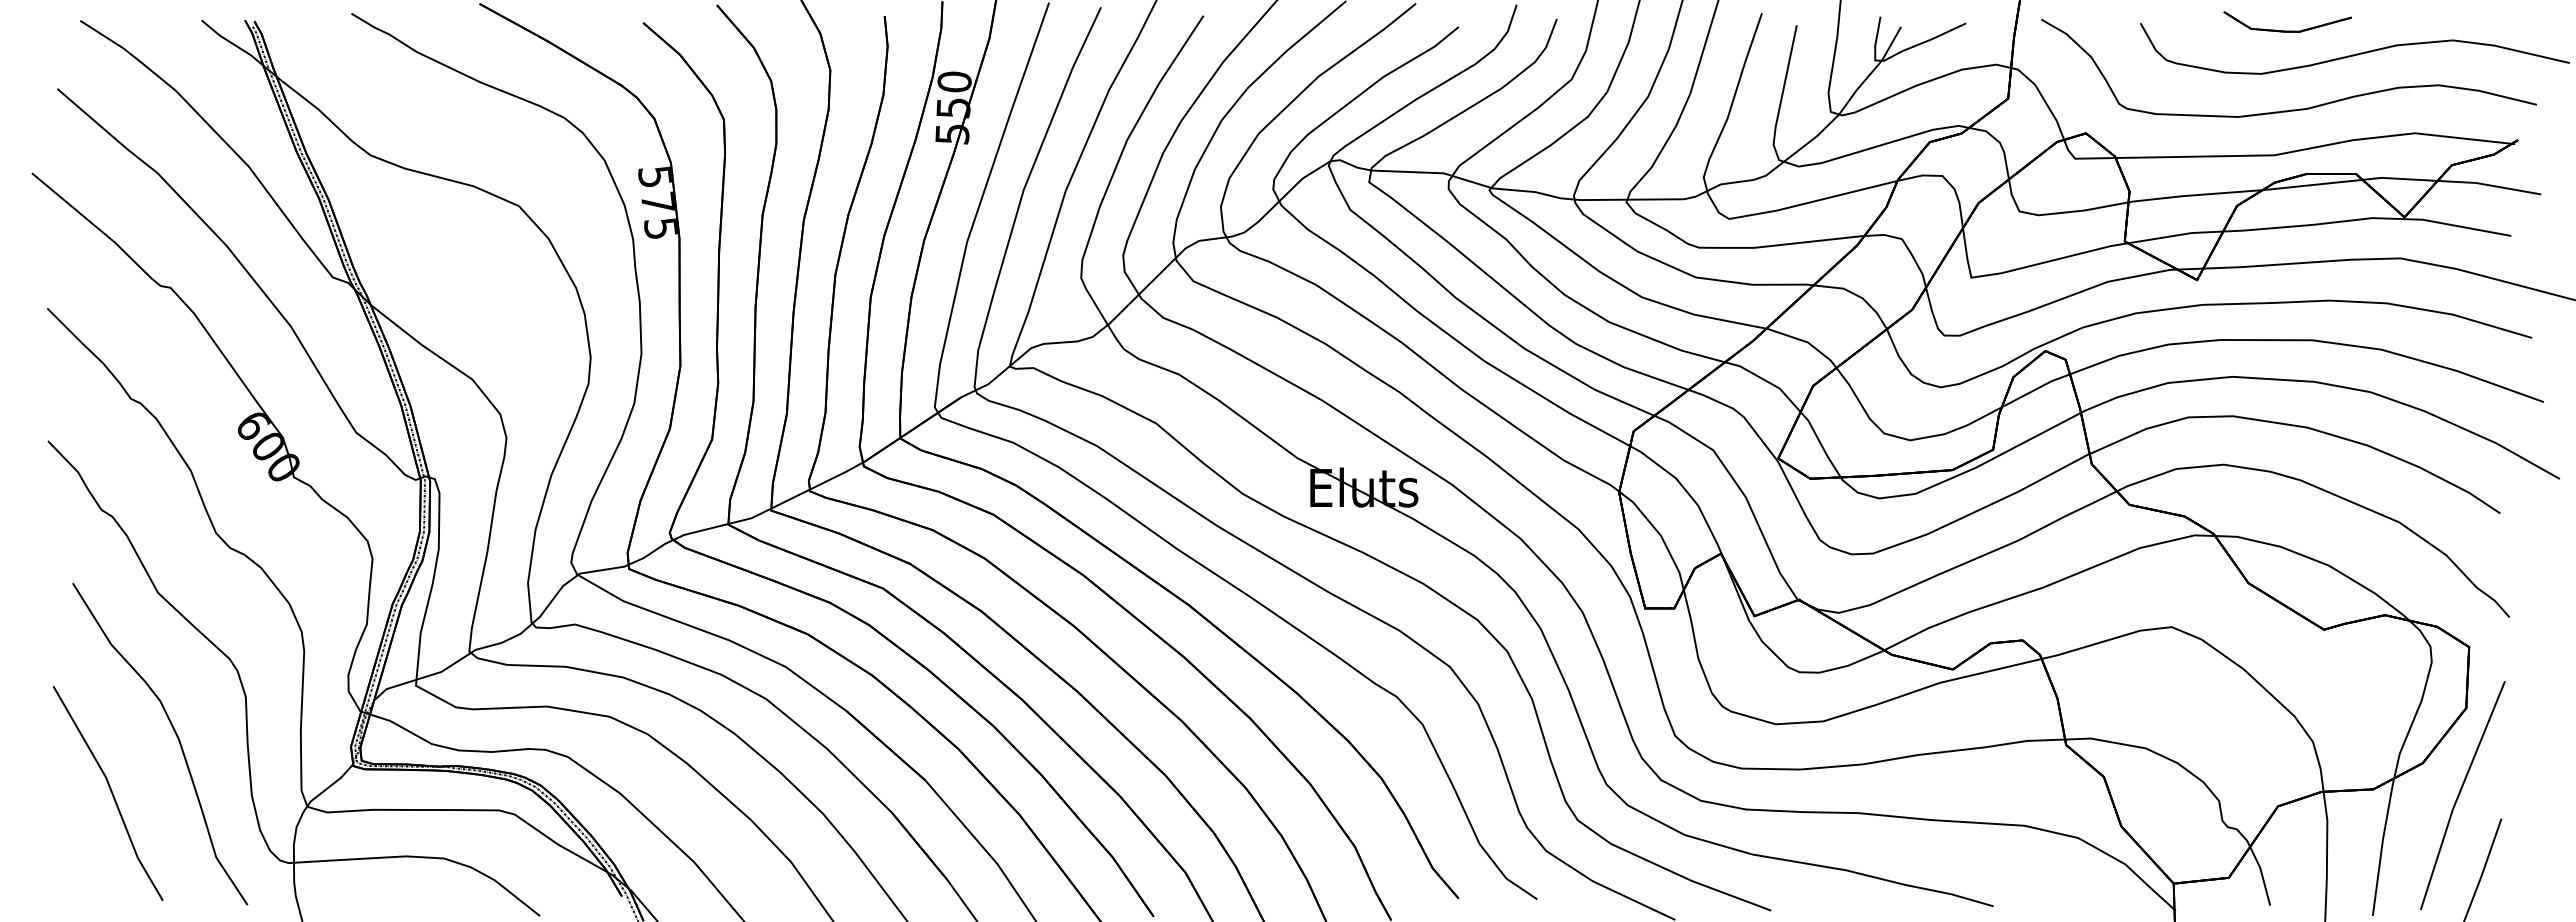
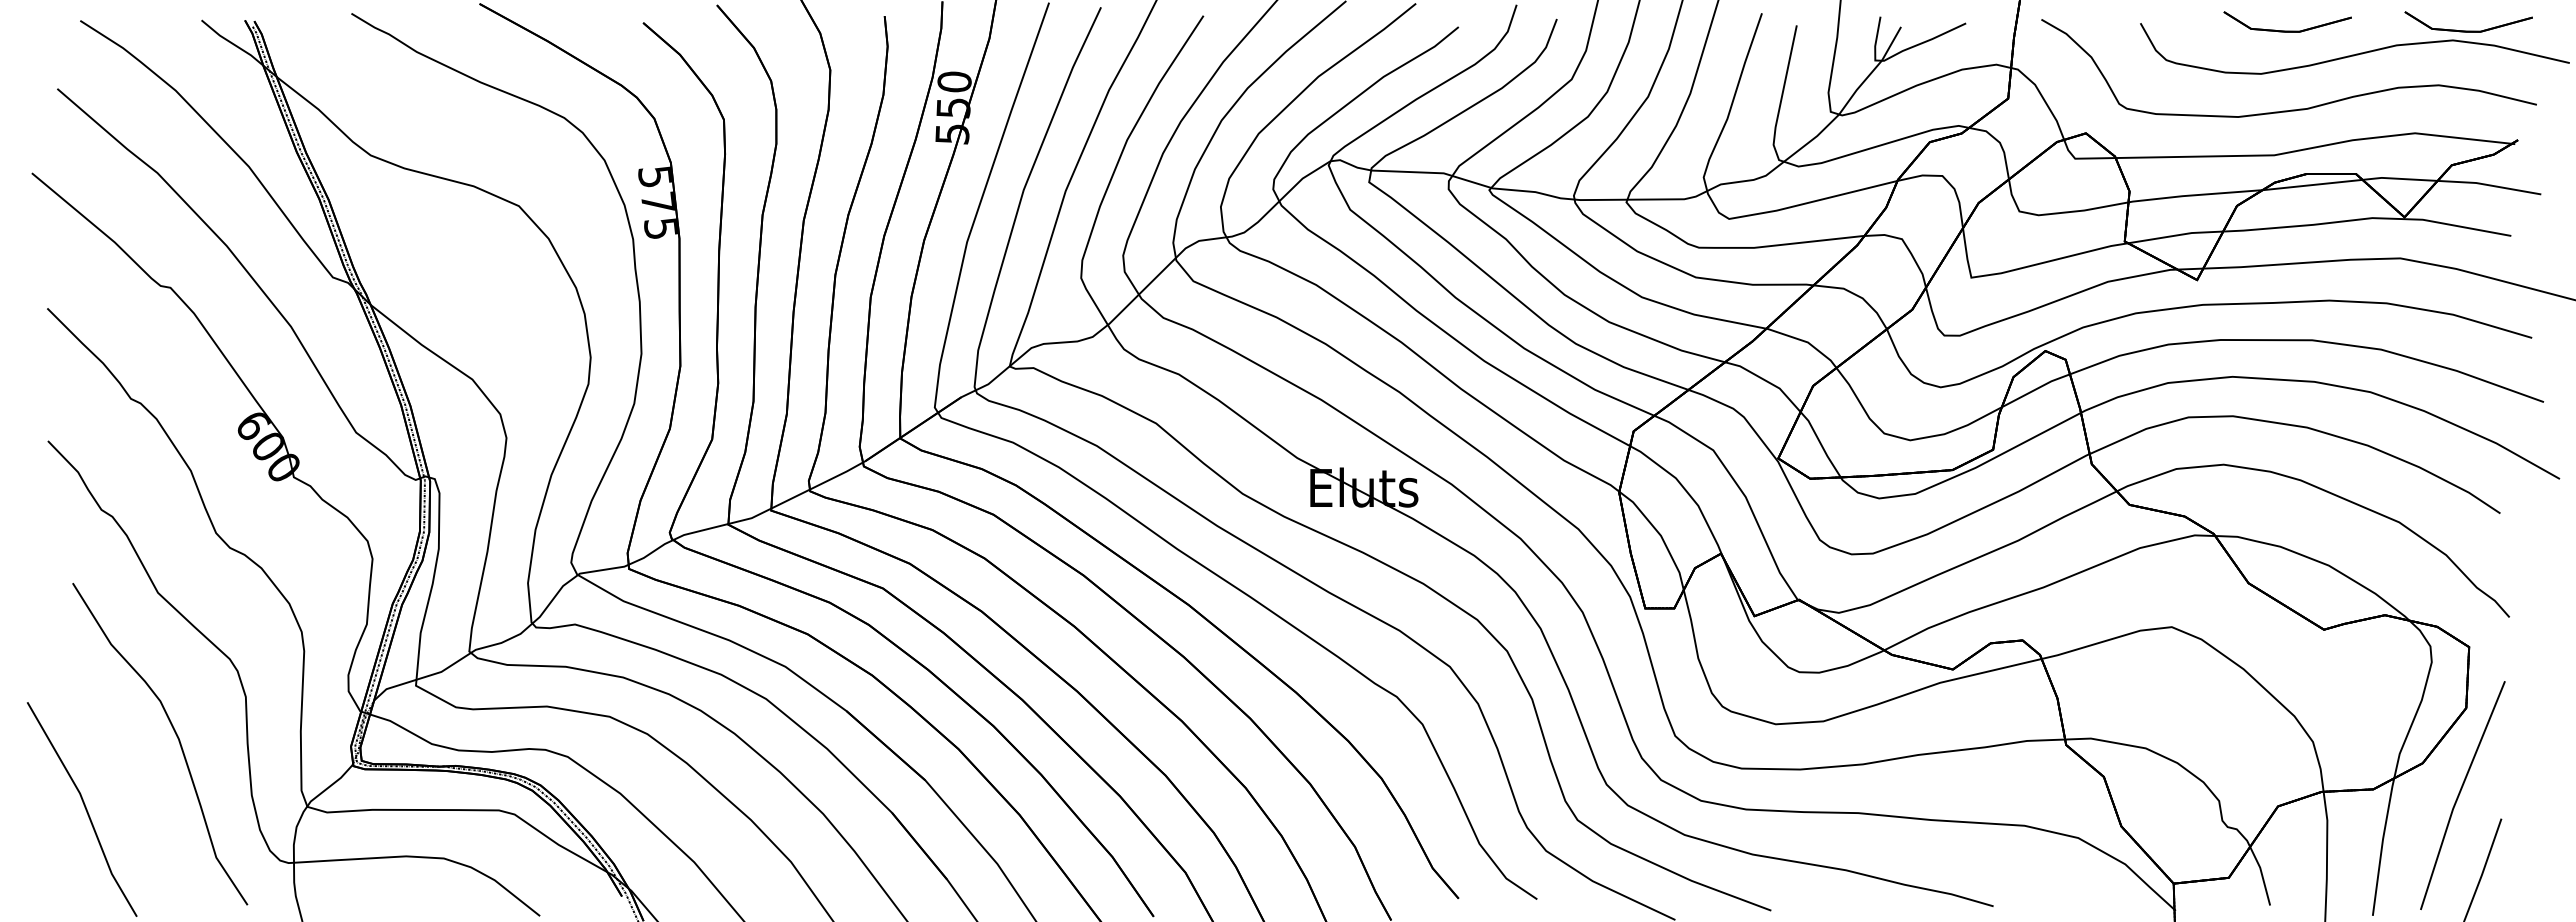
part at (2468, 30): none -> present
part at (107, 793) position: (107, 793) -> (81, 809)
